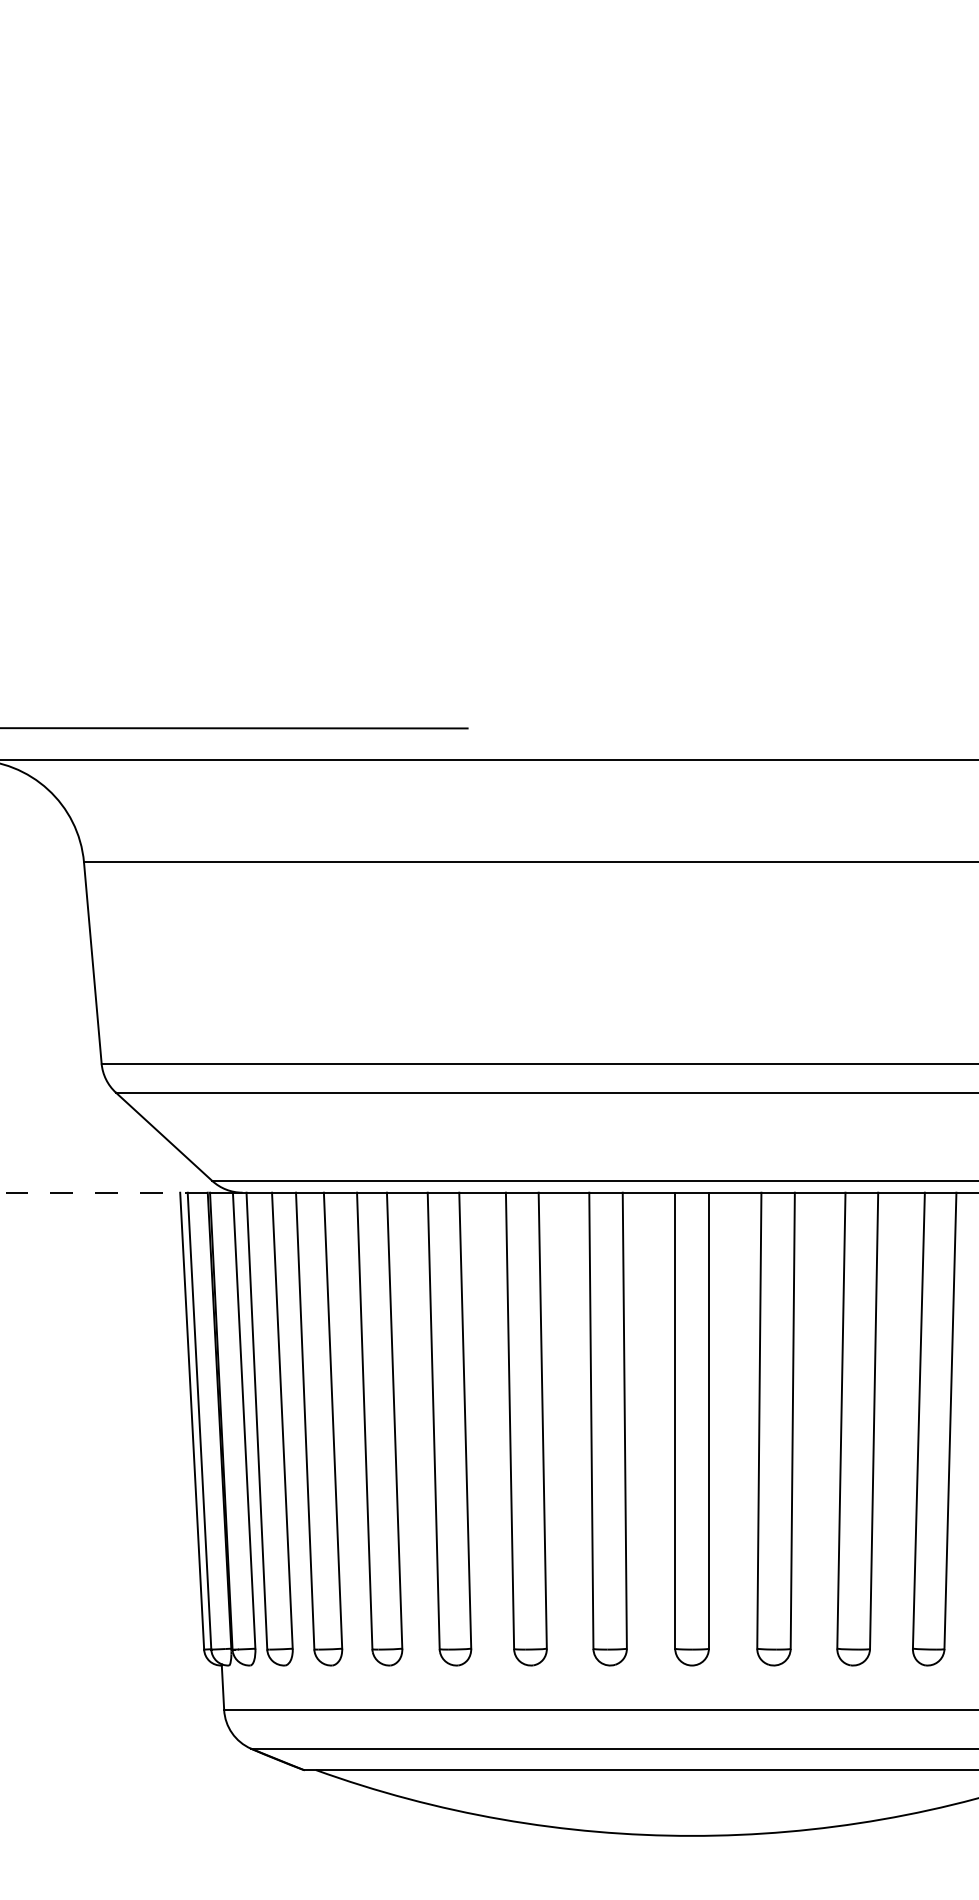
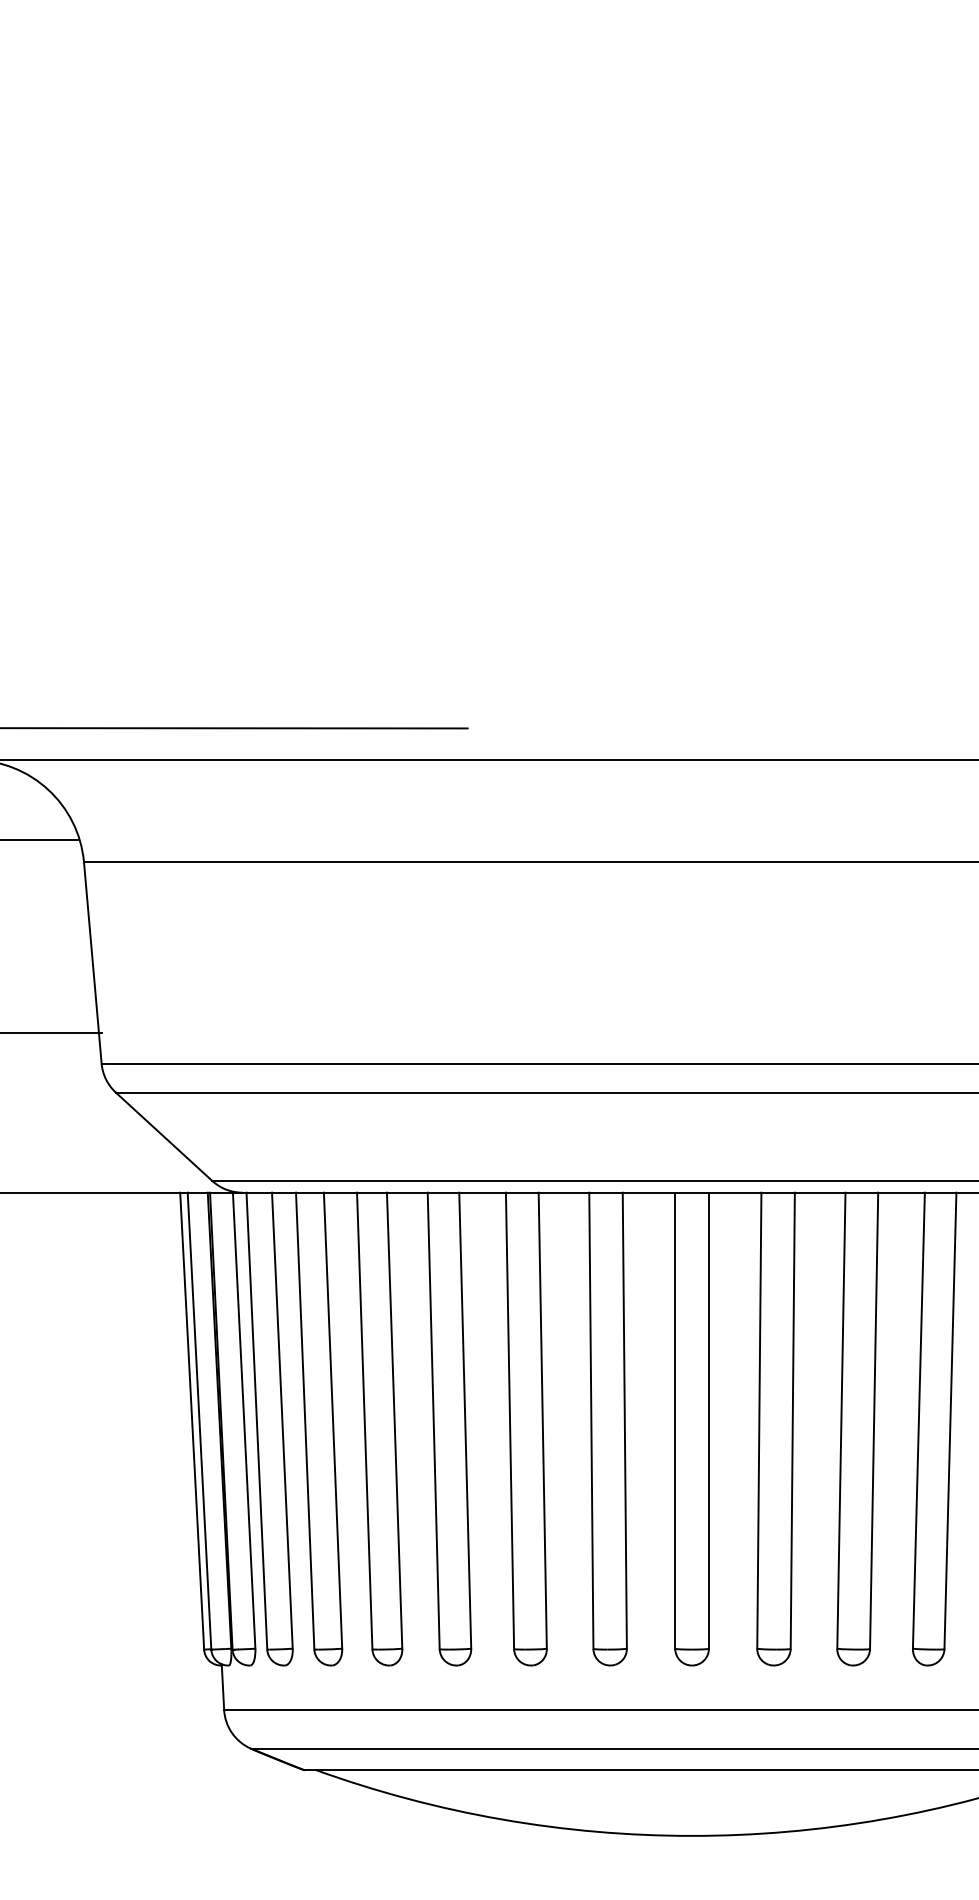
line at (40, 839): none -> present
line at (51, 1033): none -> present
line at (104, 1192): dashed -> solid
